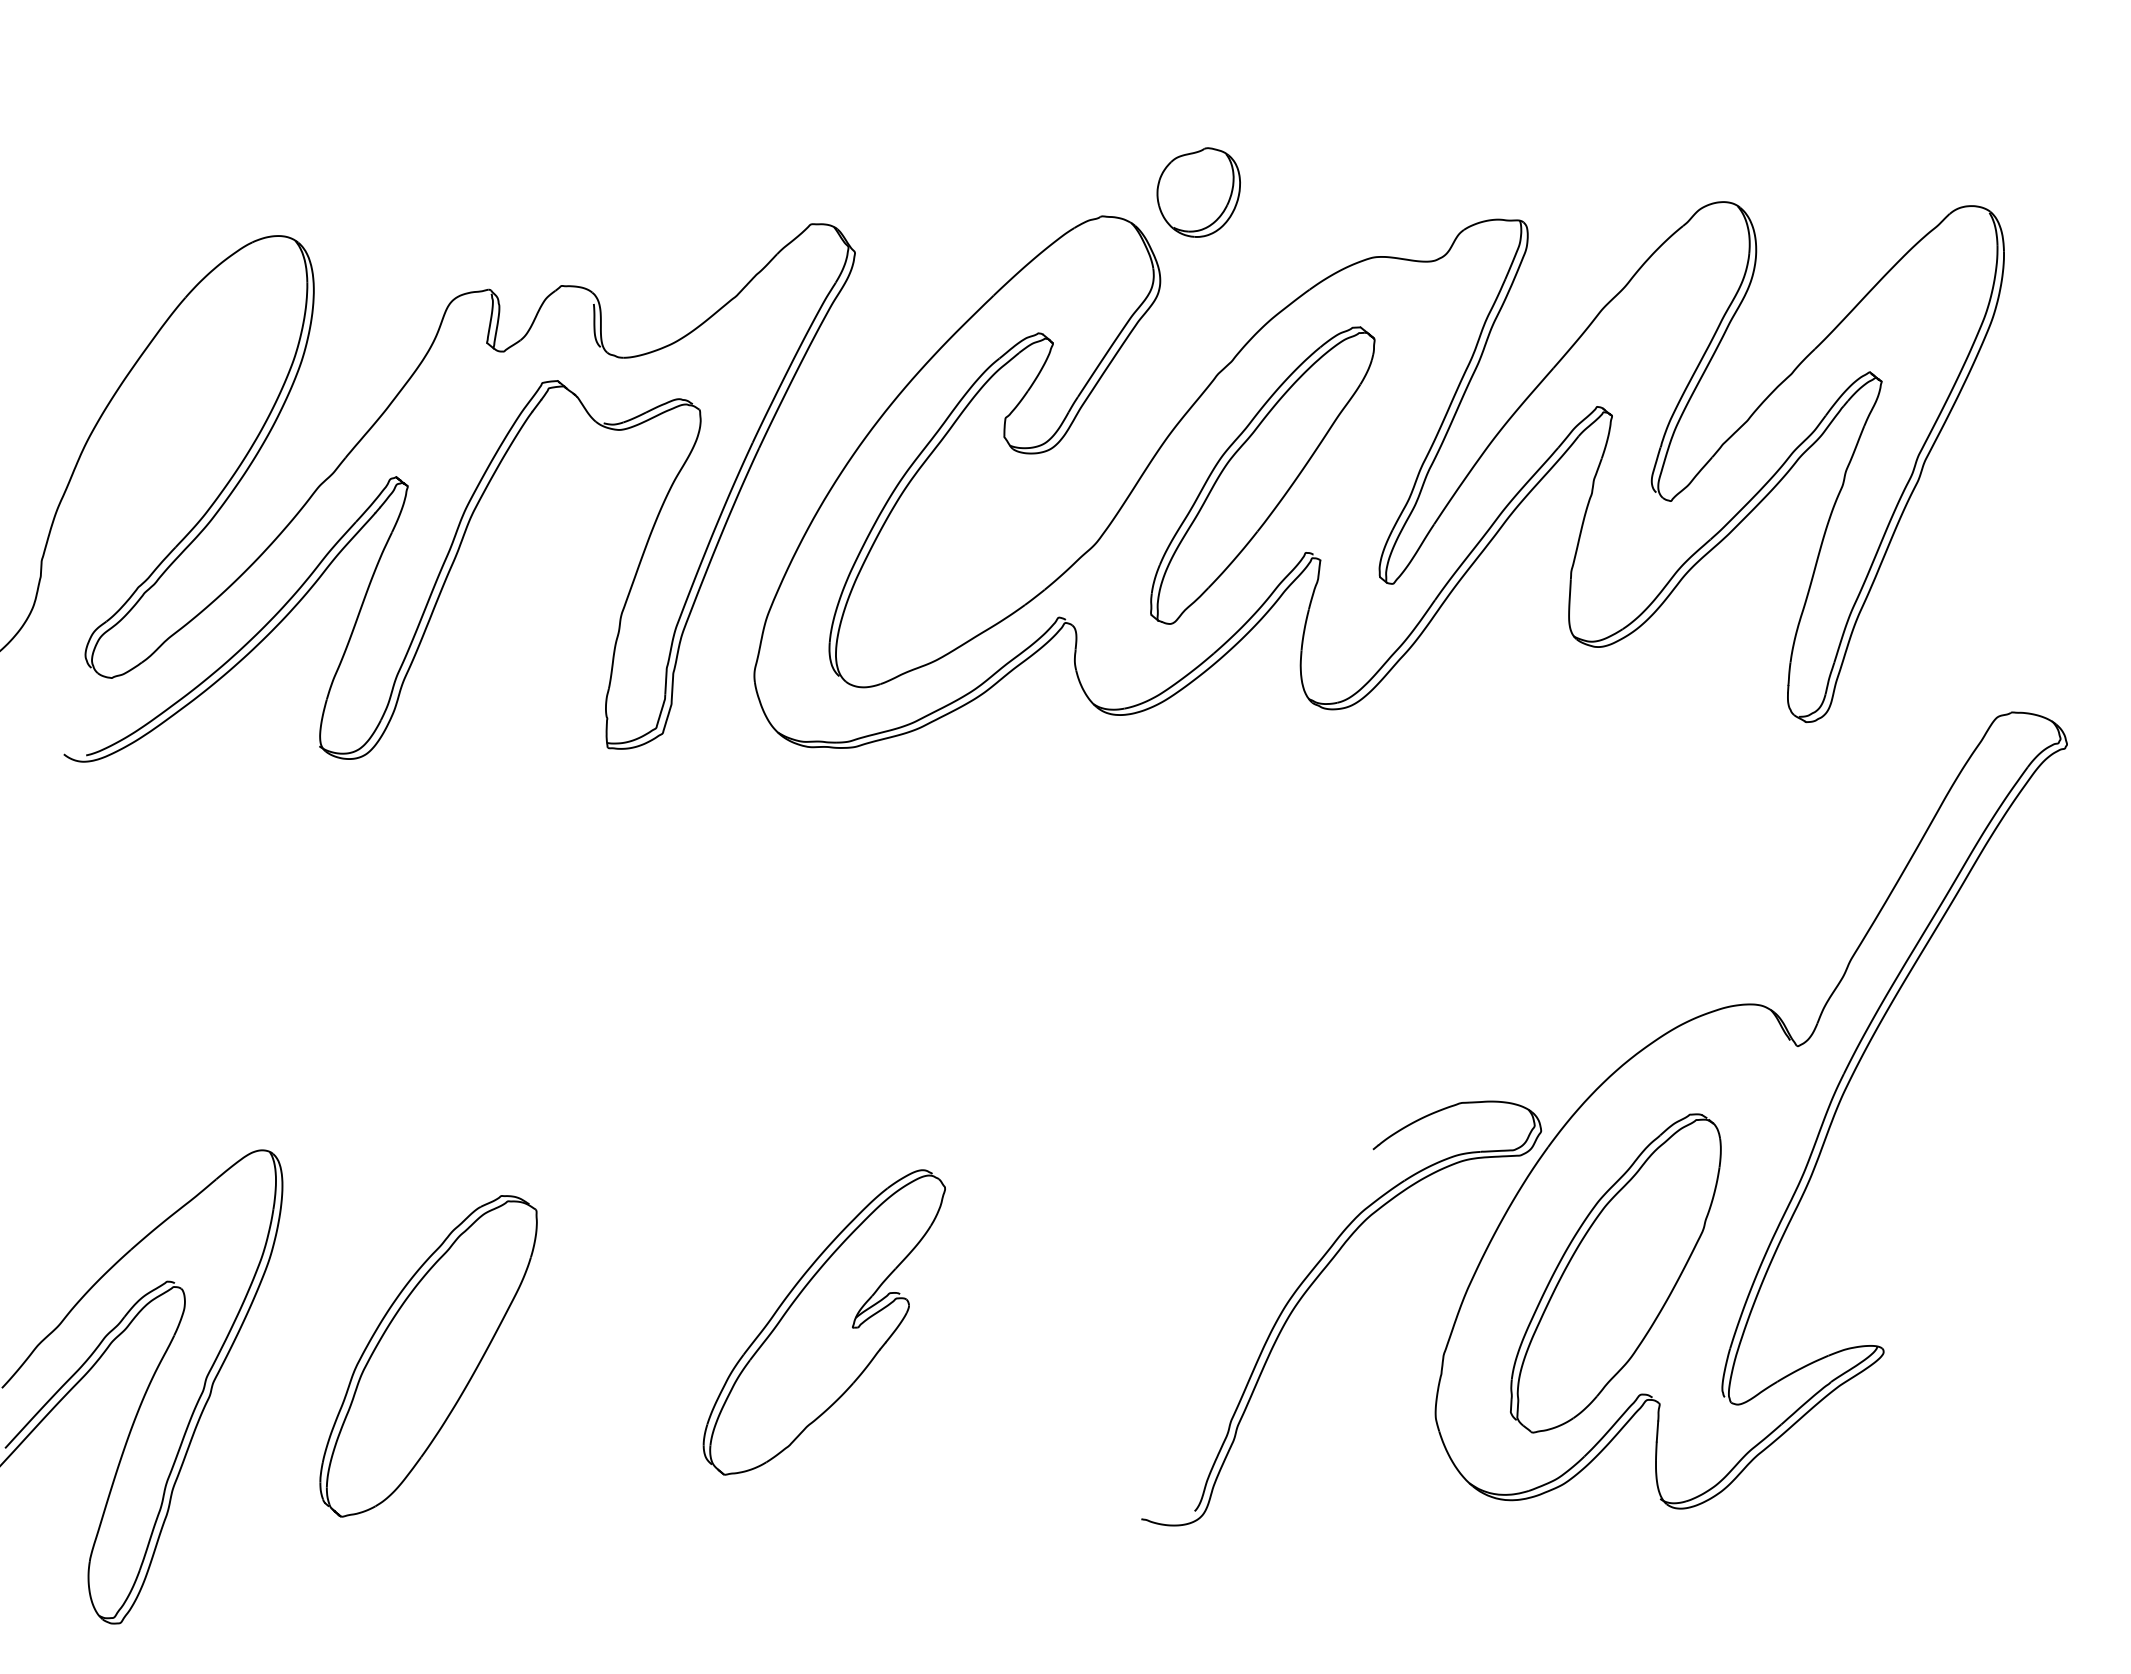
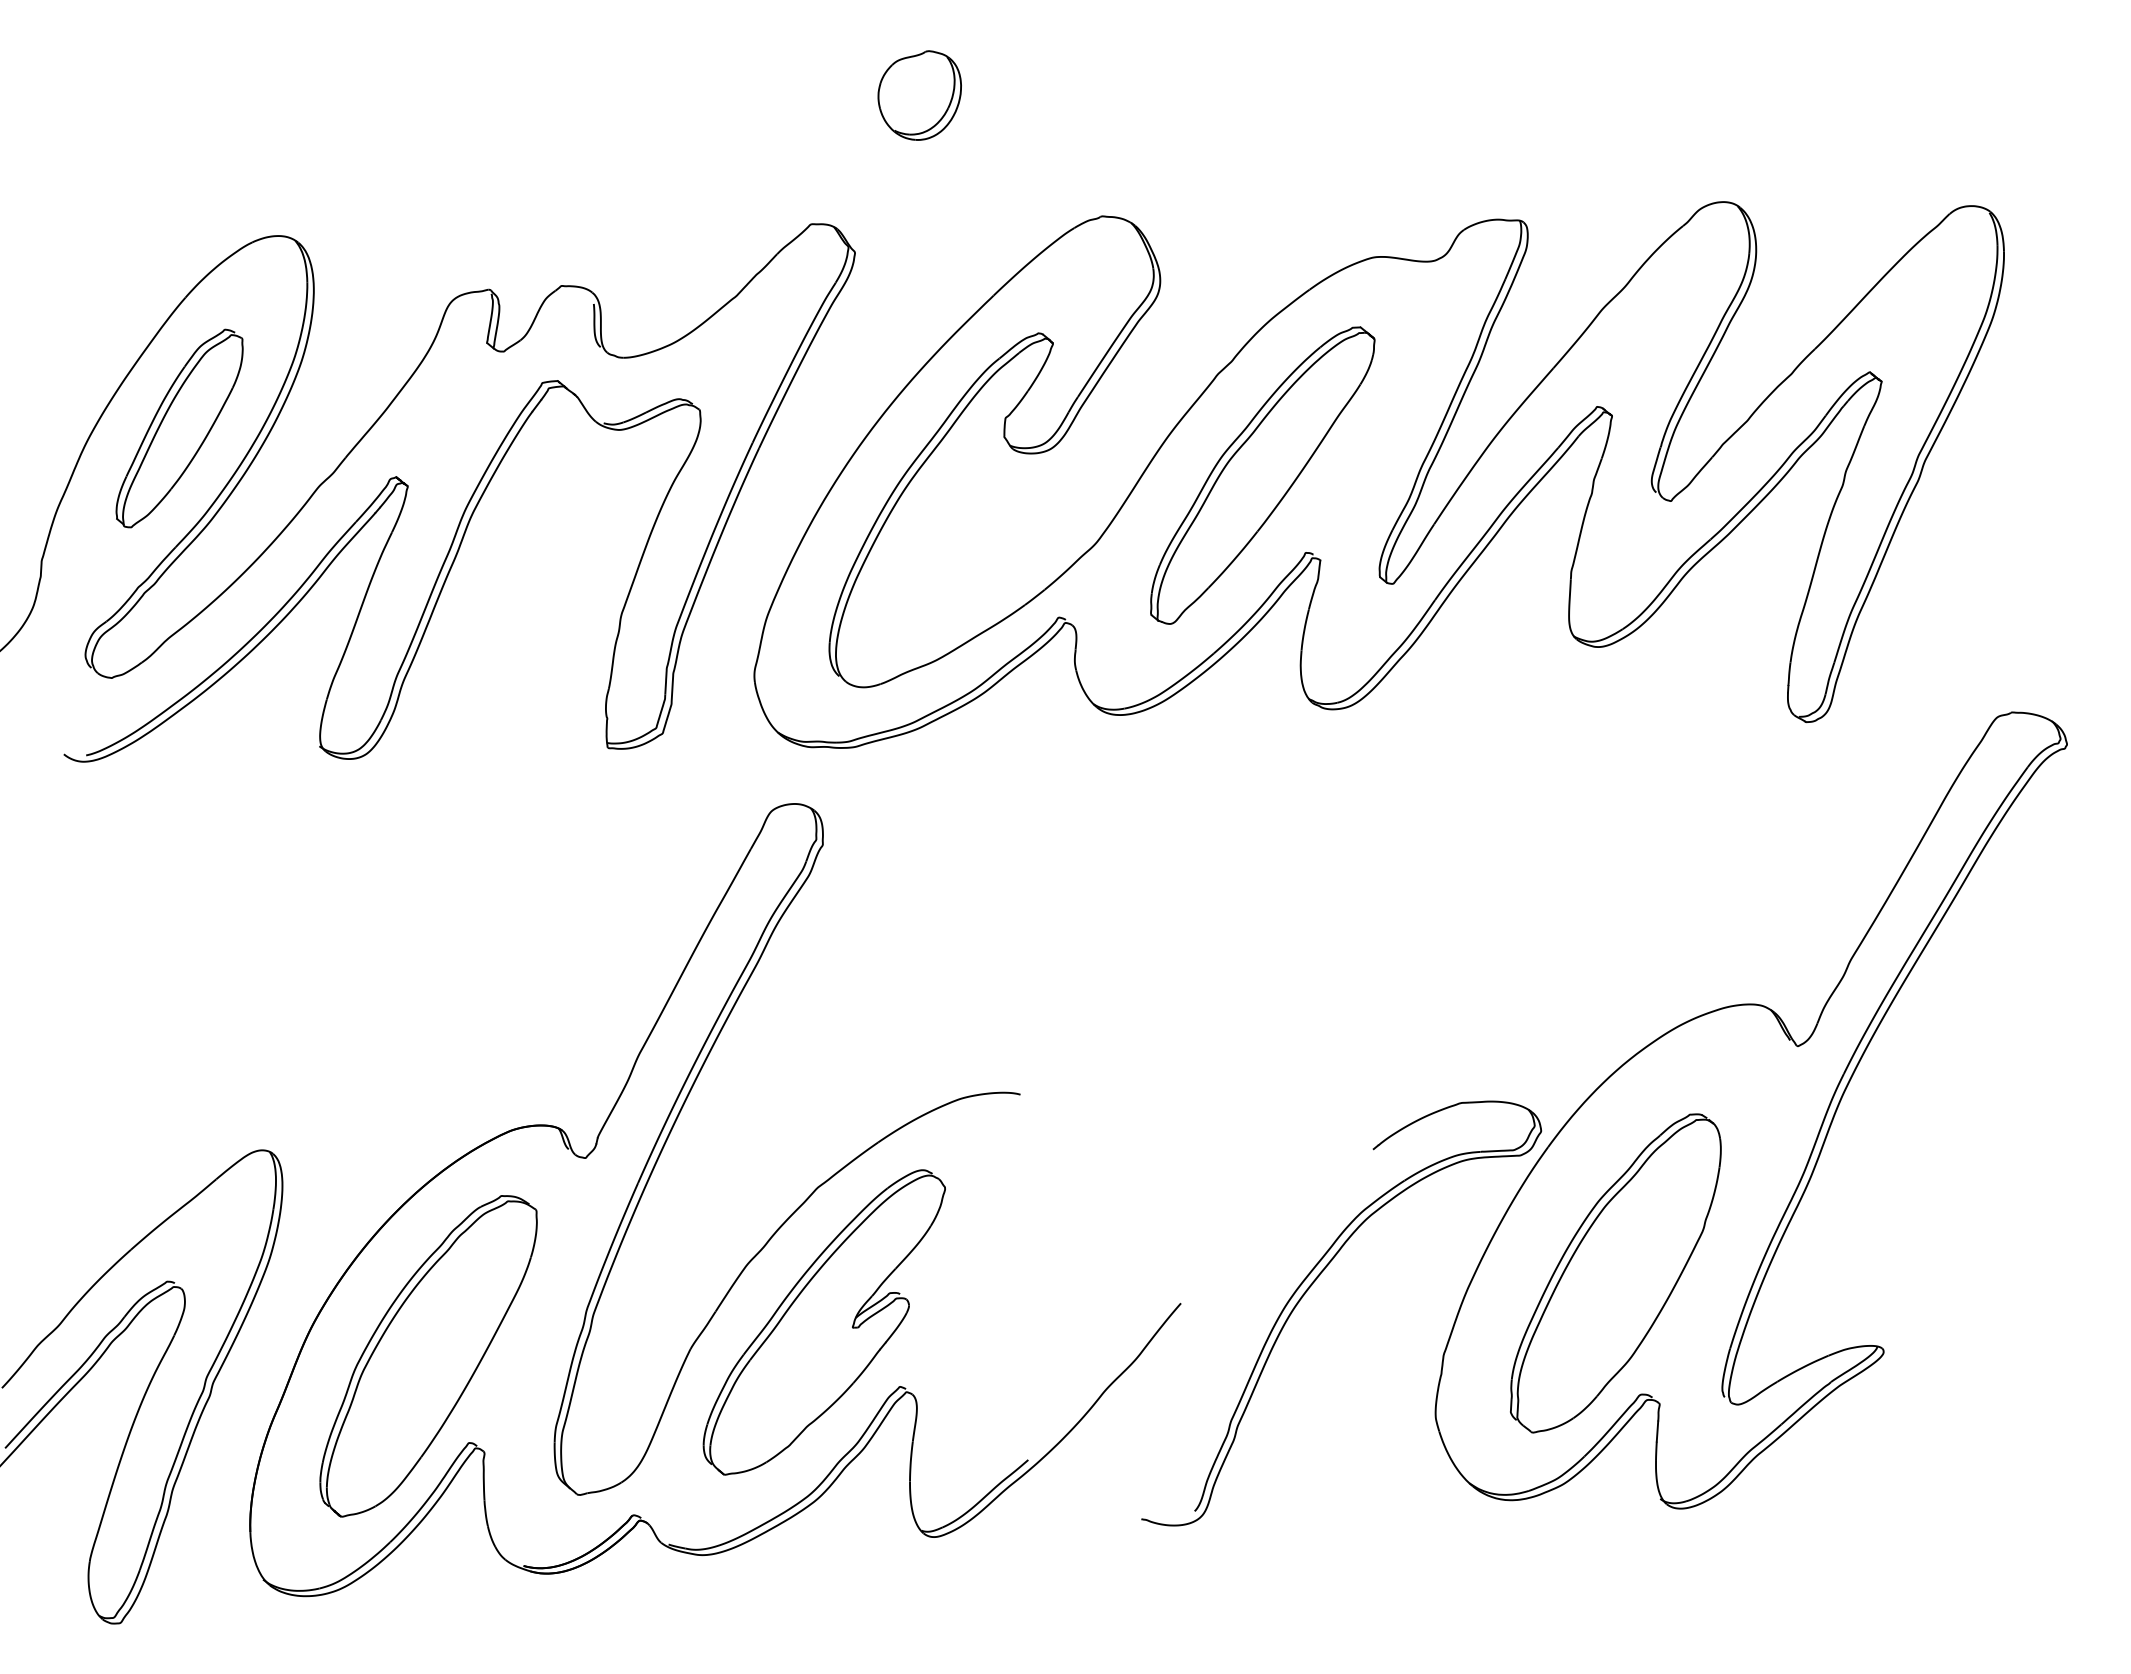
part at (1198, 192) position: (1198, 192) -> (919, 95)
part at (179, 428): none -> present
part at (767, 1240): none -> present
